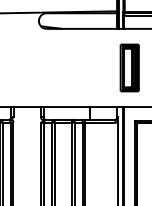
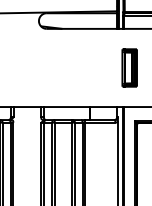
part at (129, 67) size: 21x50 px -> 17x40 px
